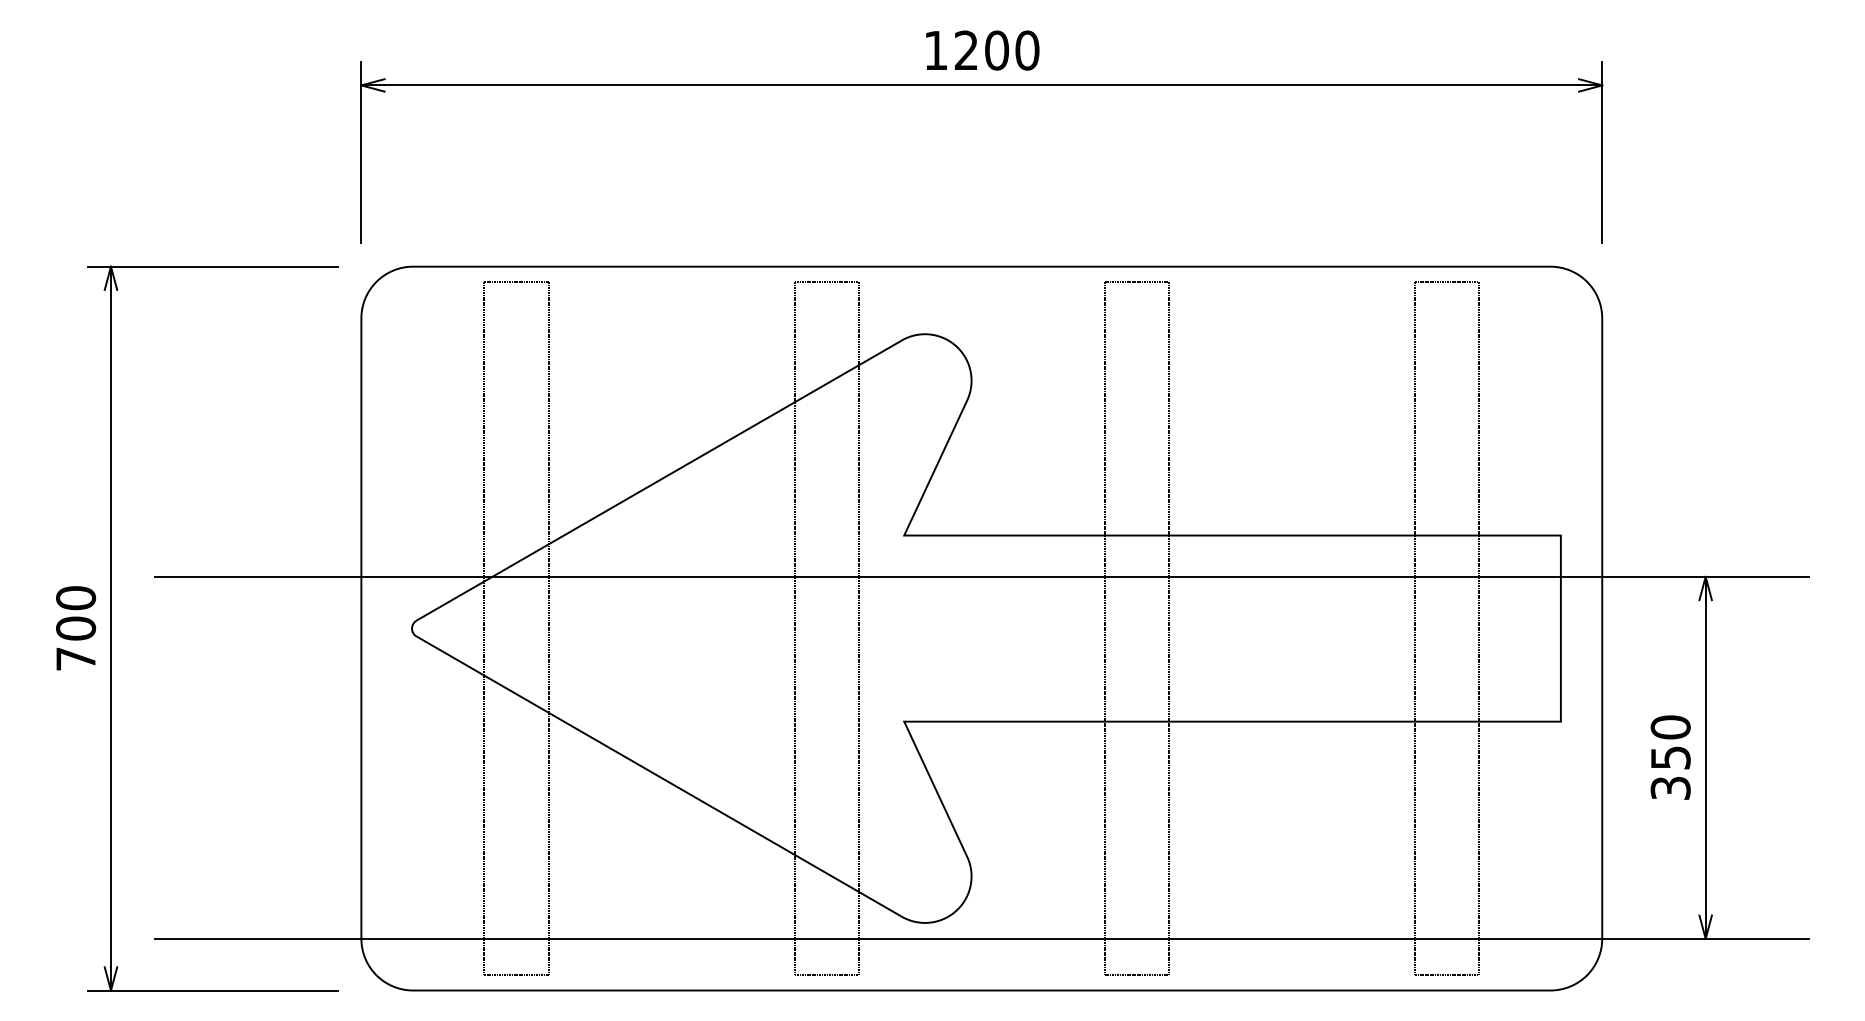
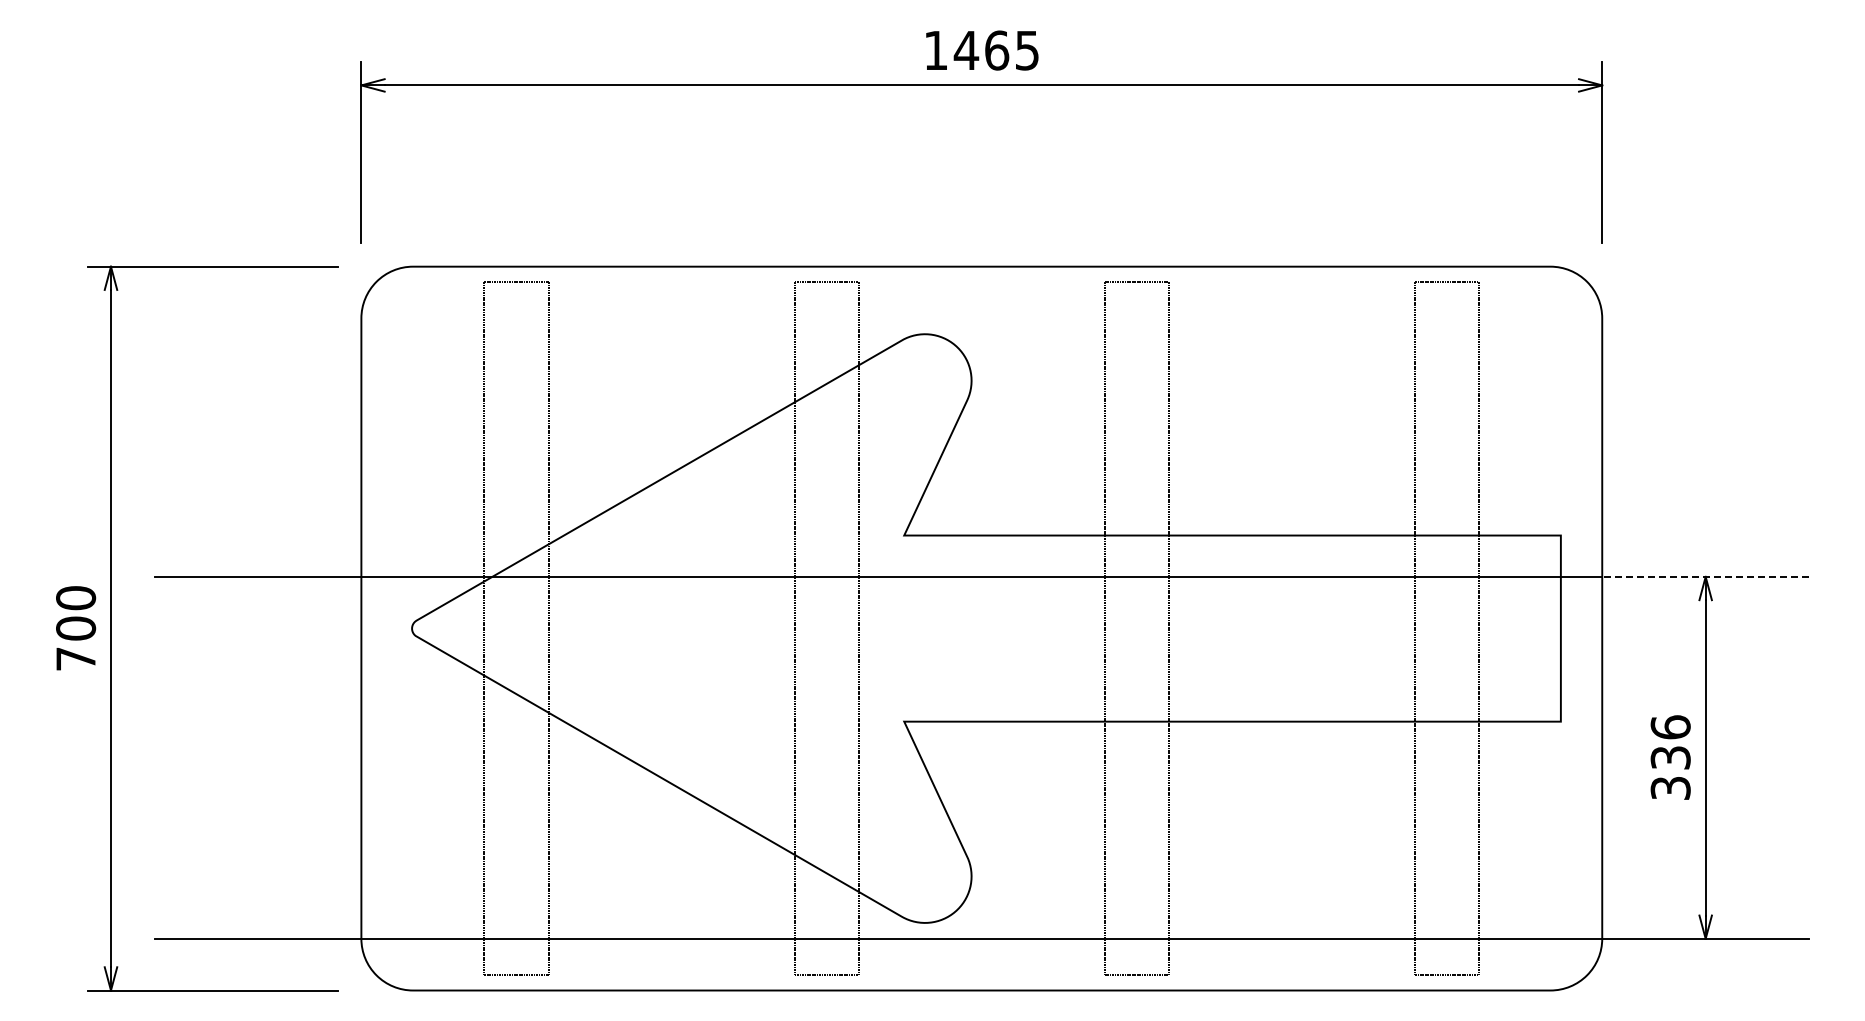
text at (996, 50): 1200 -> 1465
line at (1705, 576): solid -> dashed
text at (1670, 741): 350 -> 336
